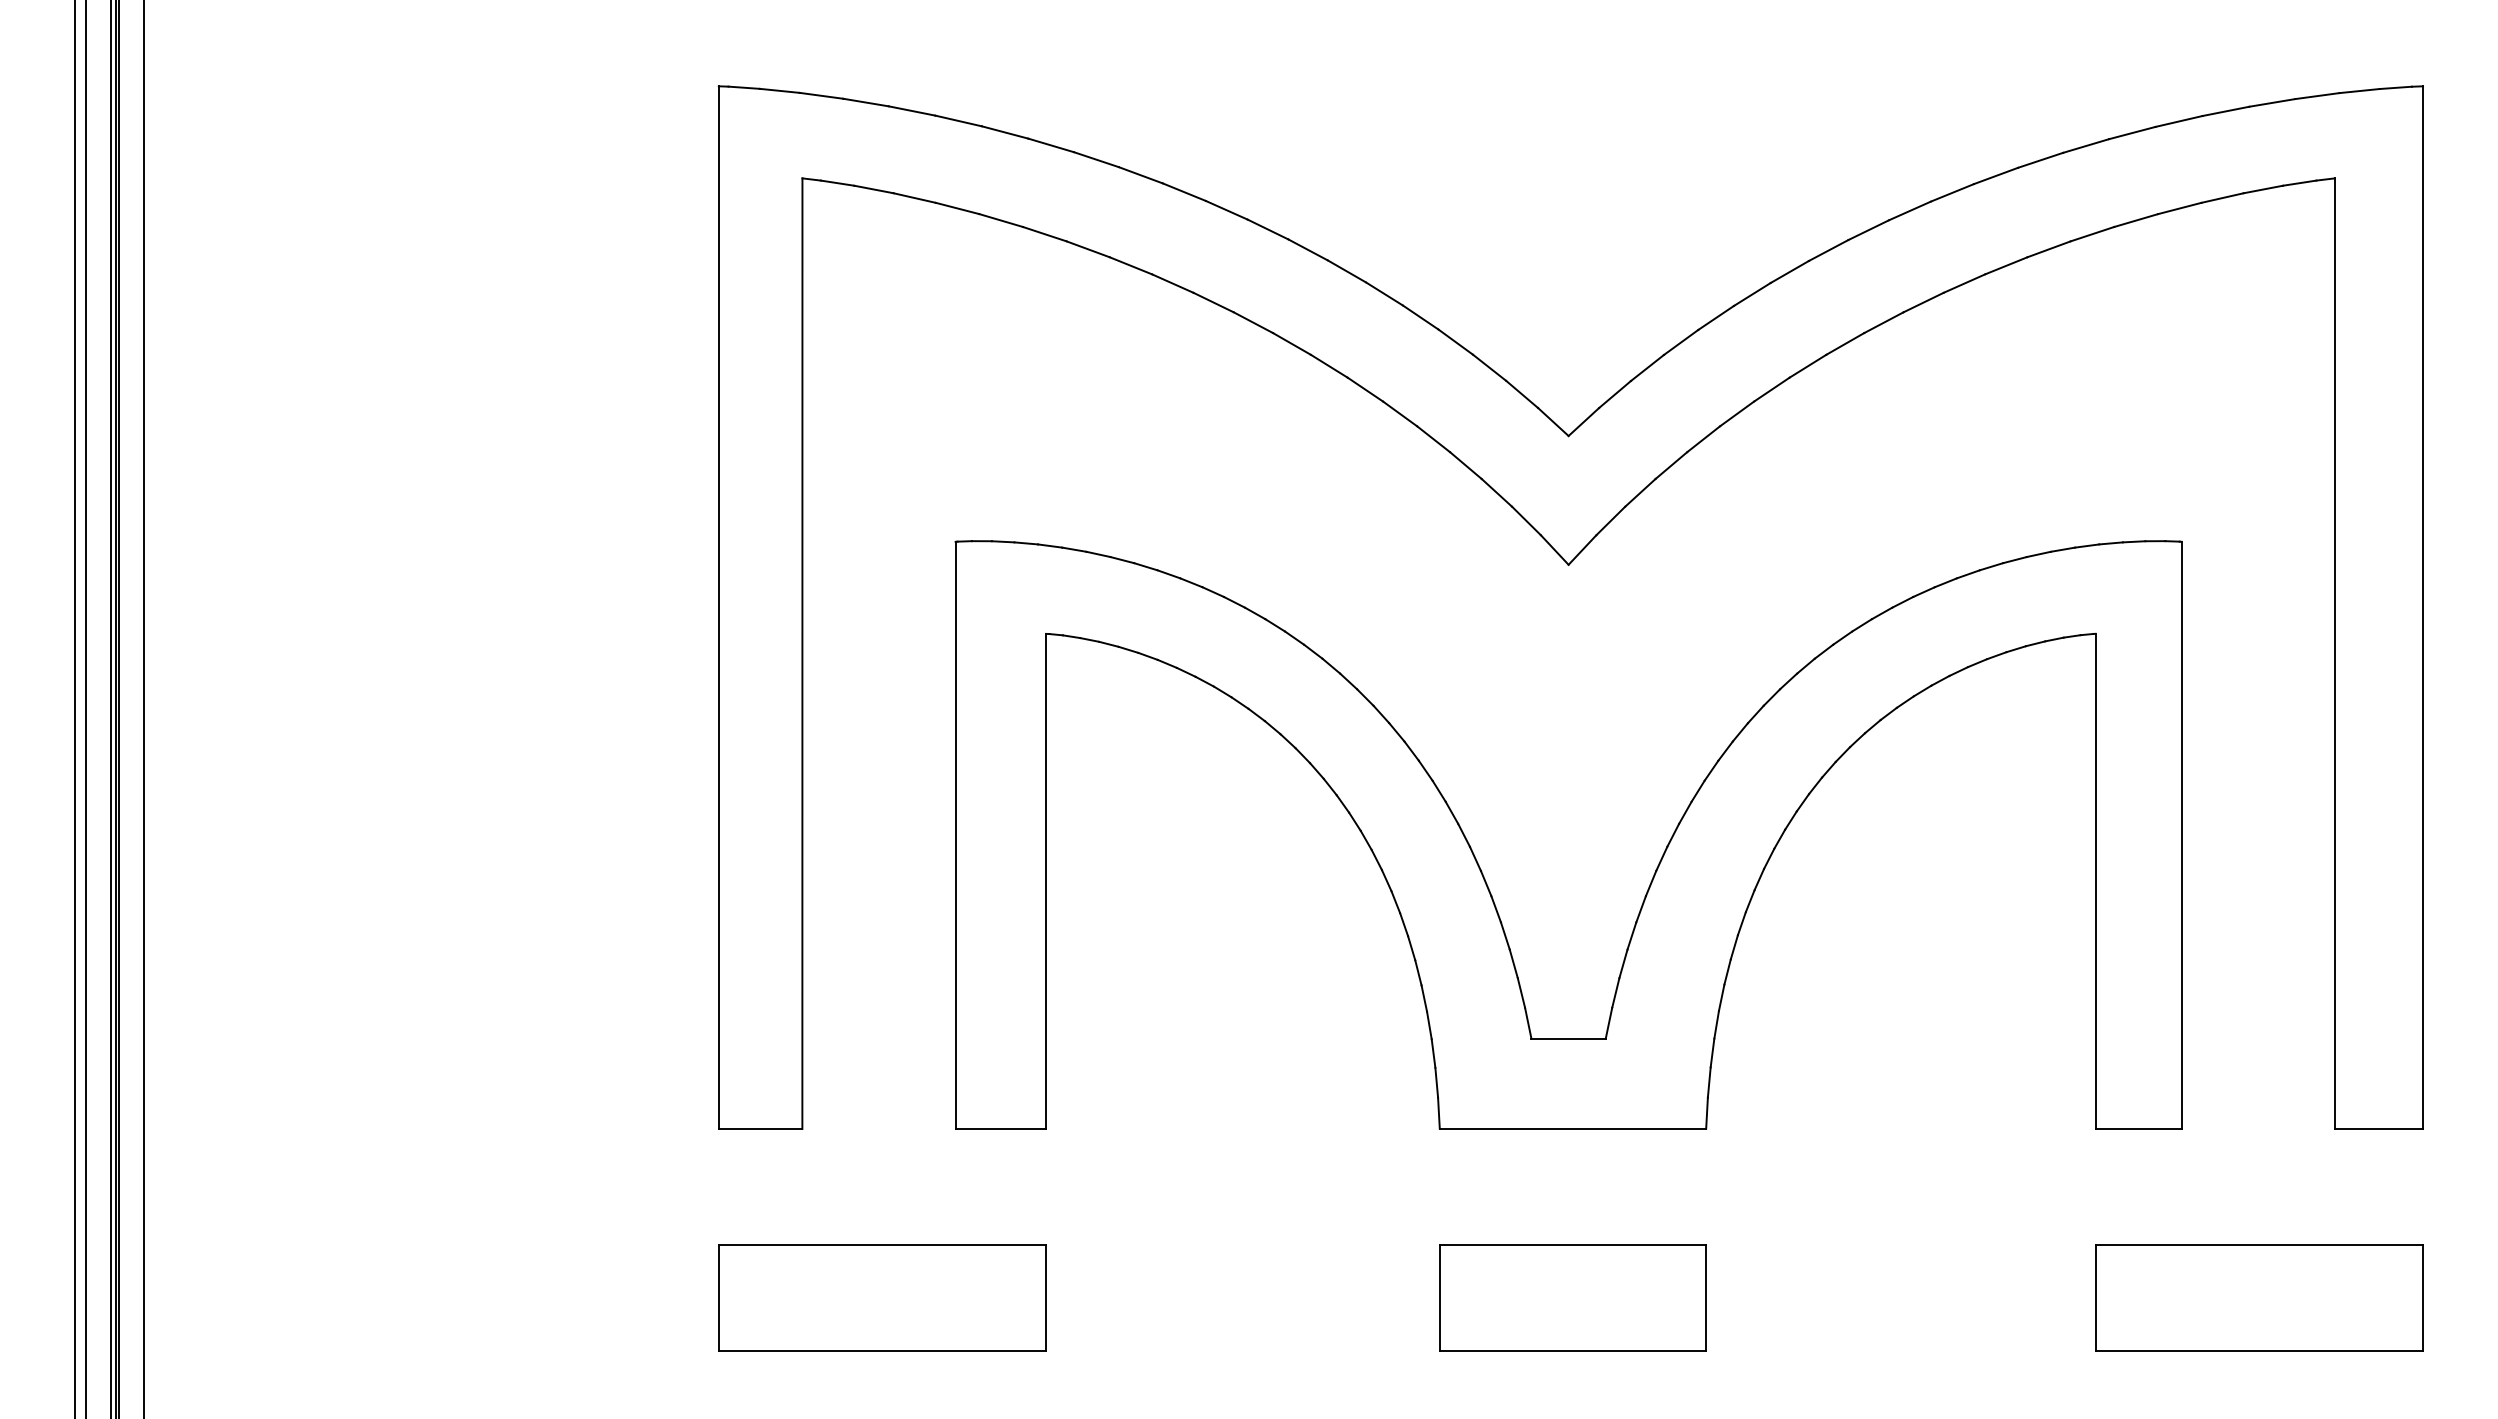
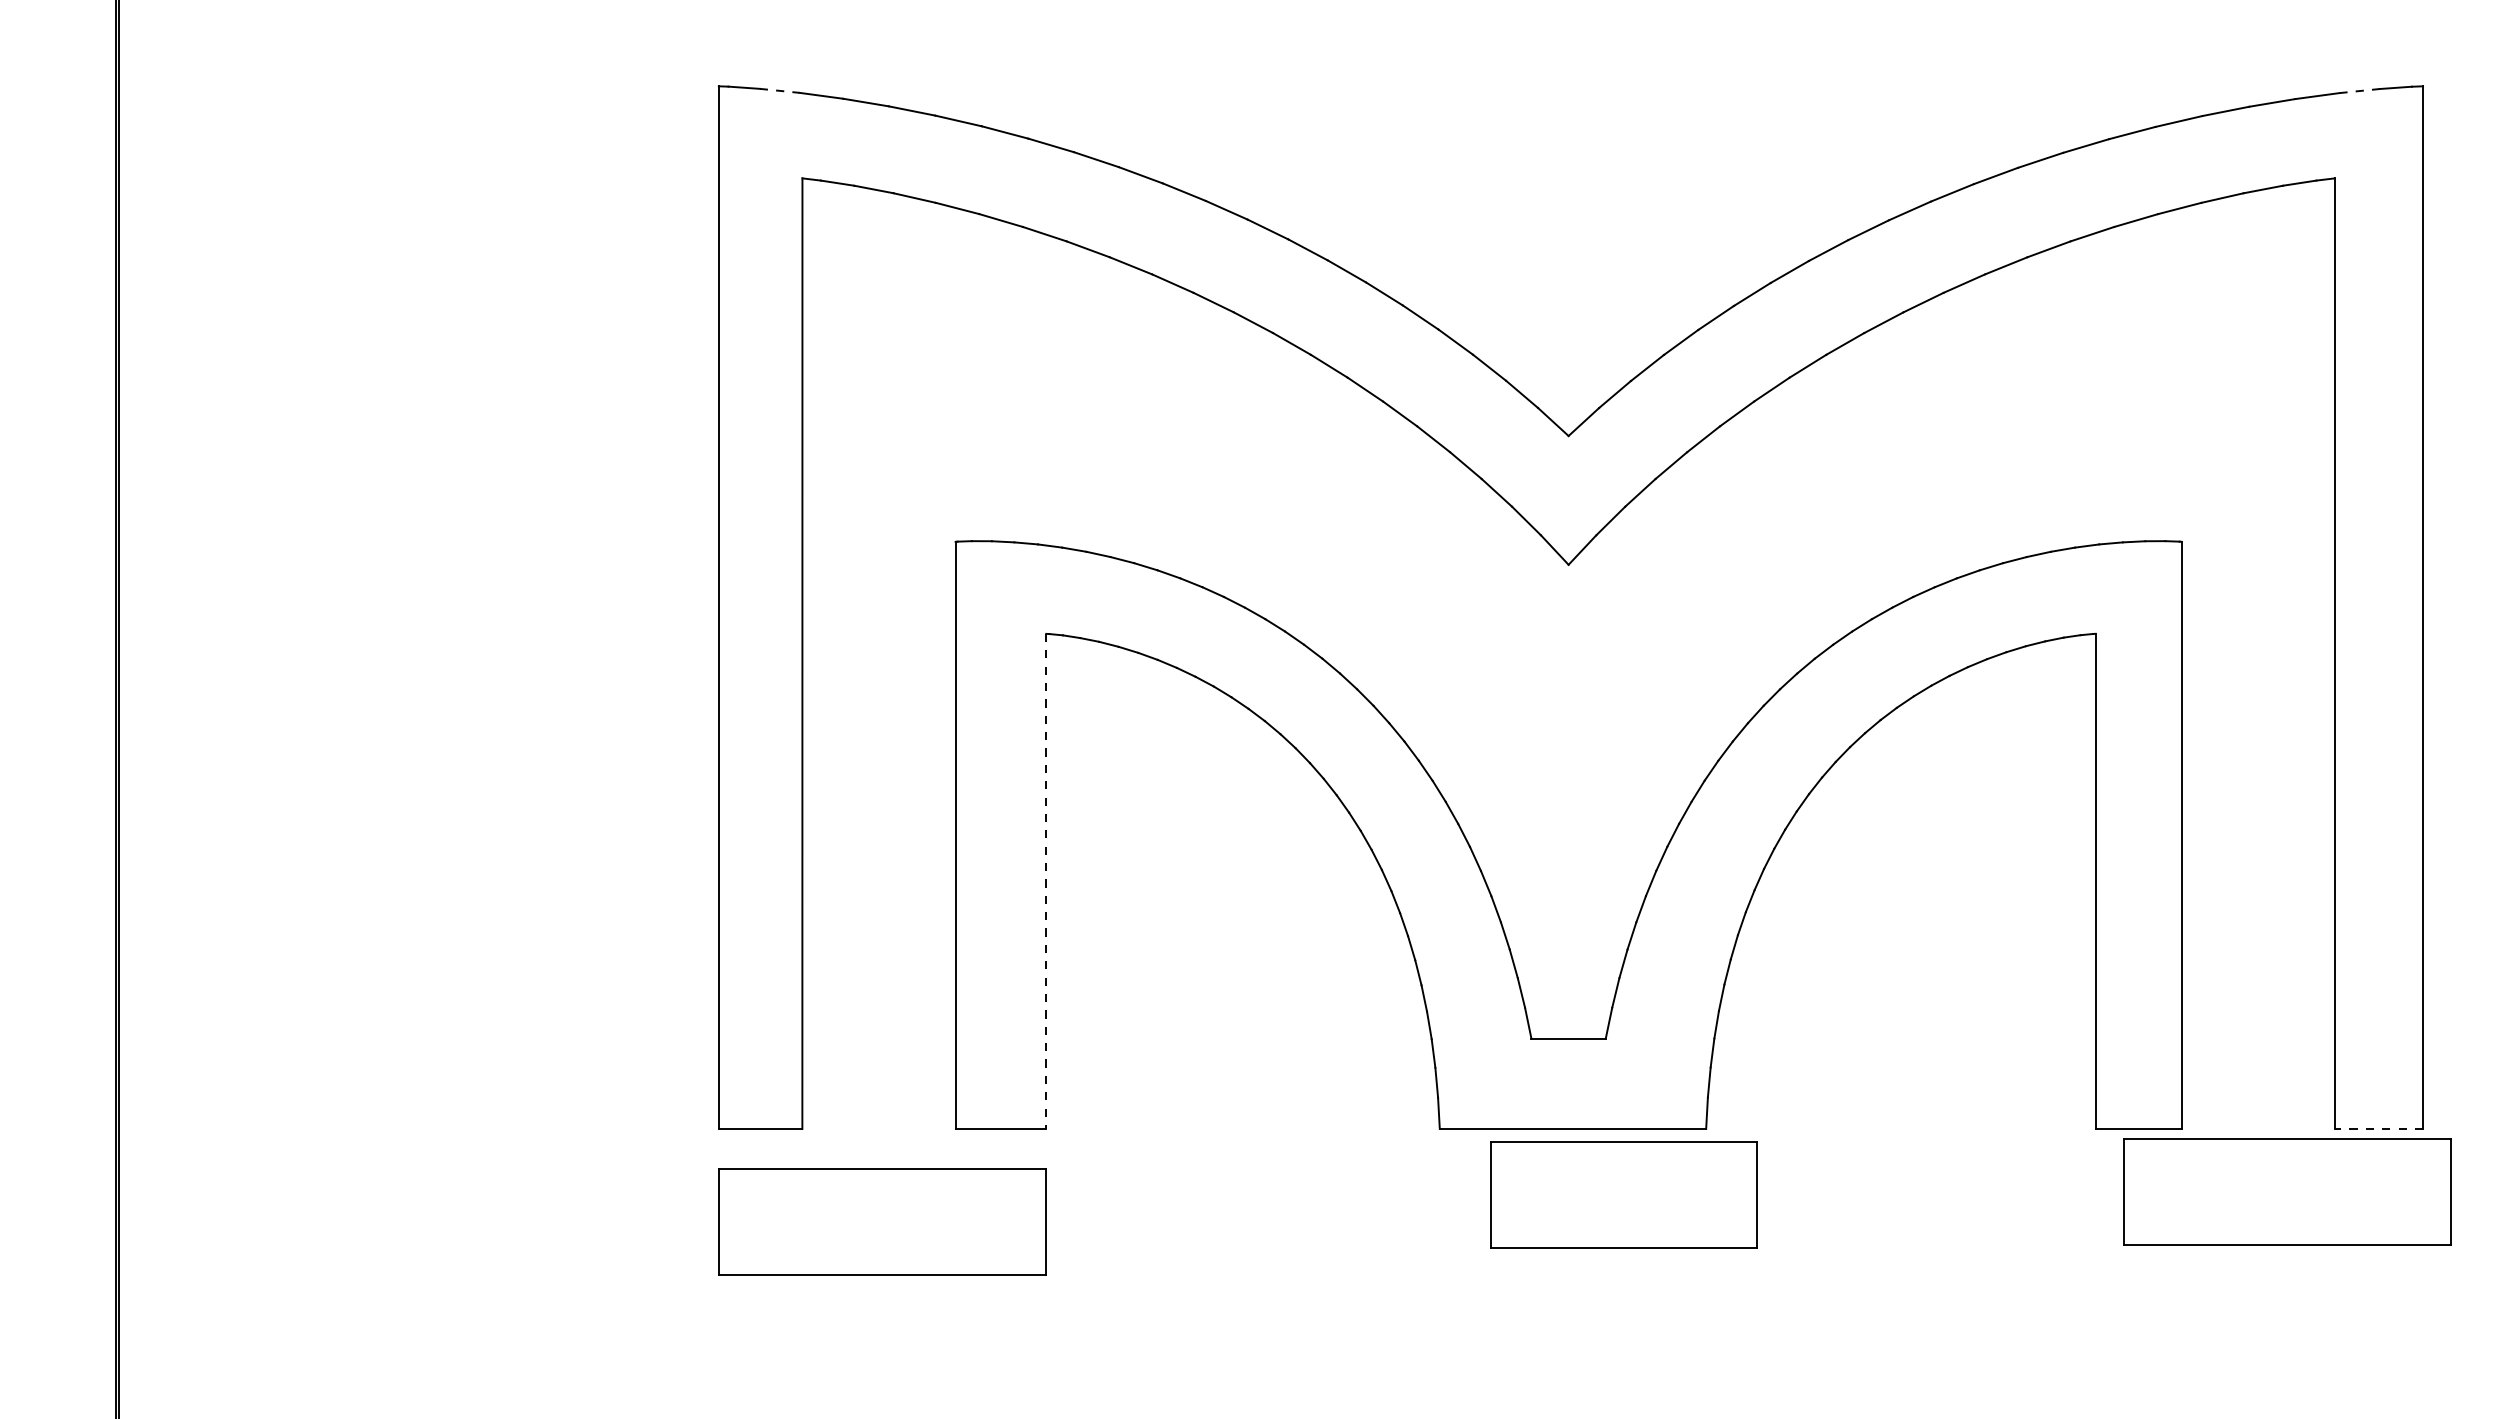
line at (779, 90): solid -> dashed
line at (2360, 91): solid -> dashed
line at (74, 708): present -> none
line at (86, 708): present -> none
line at (111, 708): present -> none
line at (143, 708): present -> none
line at (1046, 881): solid -> dashed
line at (2378, 1128): solid -> dashed
part at (882, 1297) position: (882, 1297) -> (882, 1221)
part at (1572, 1297) position: (1572, 1297) -> (1623, 1194)
part at (2259, 1297) position: (2259, 1297) -> (2287, 1191)
